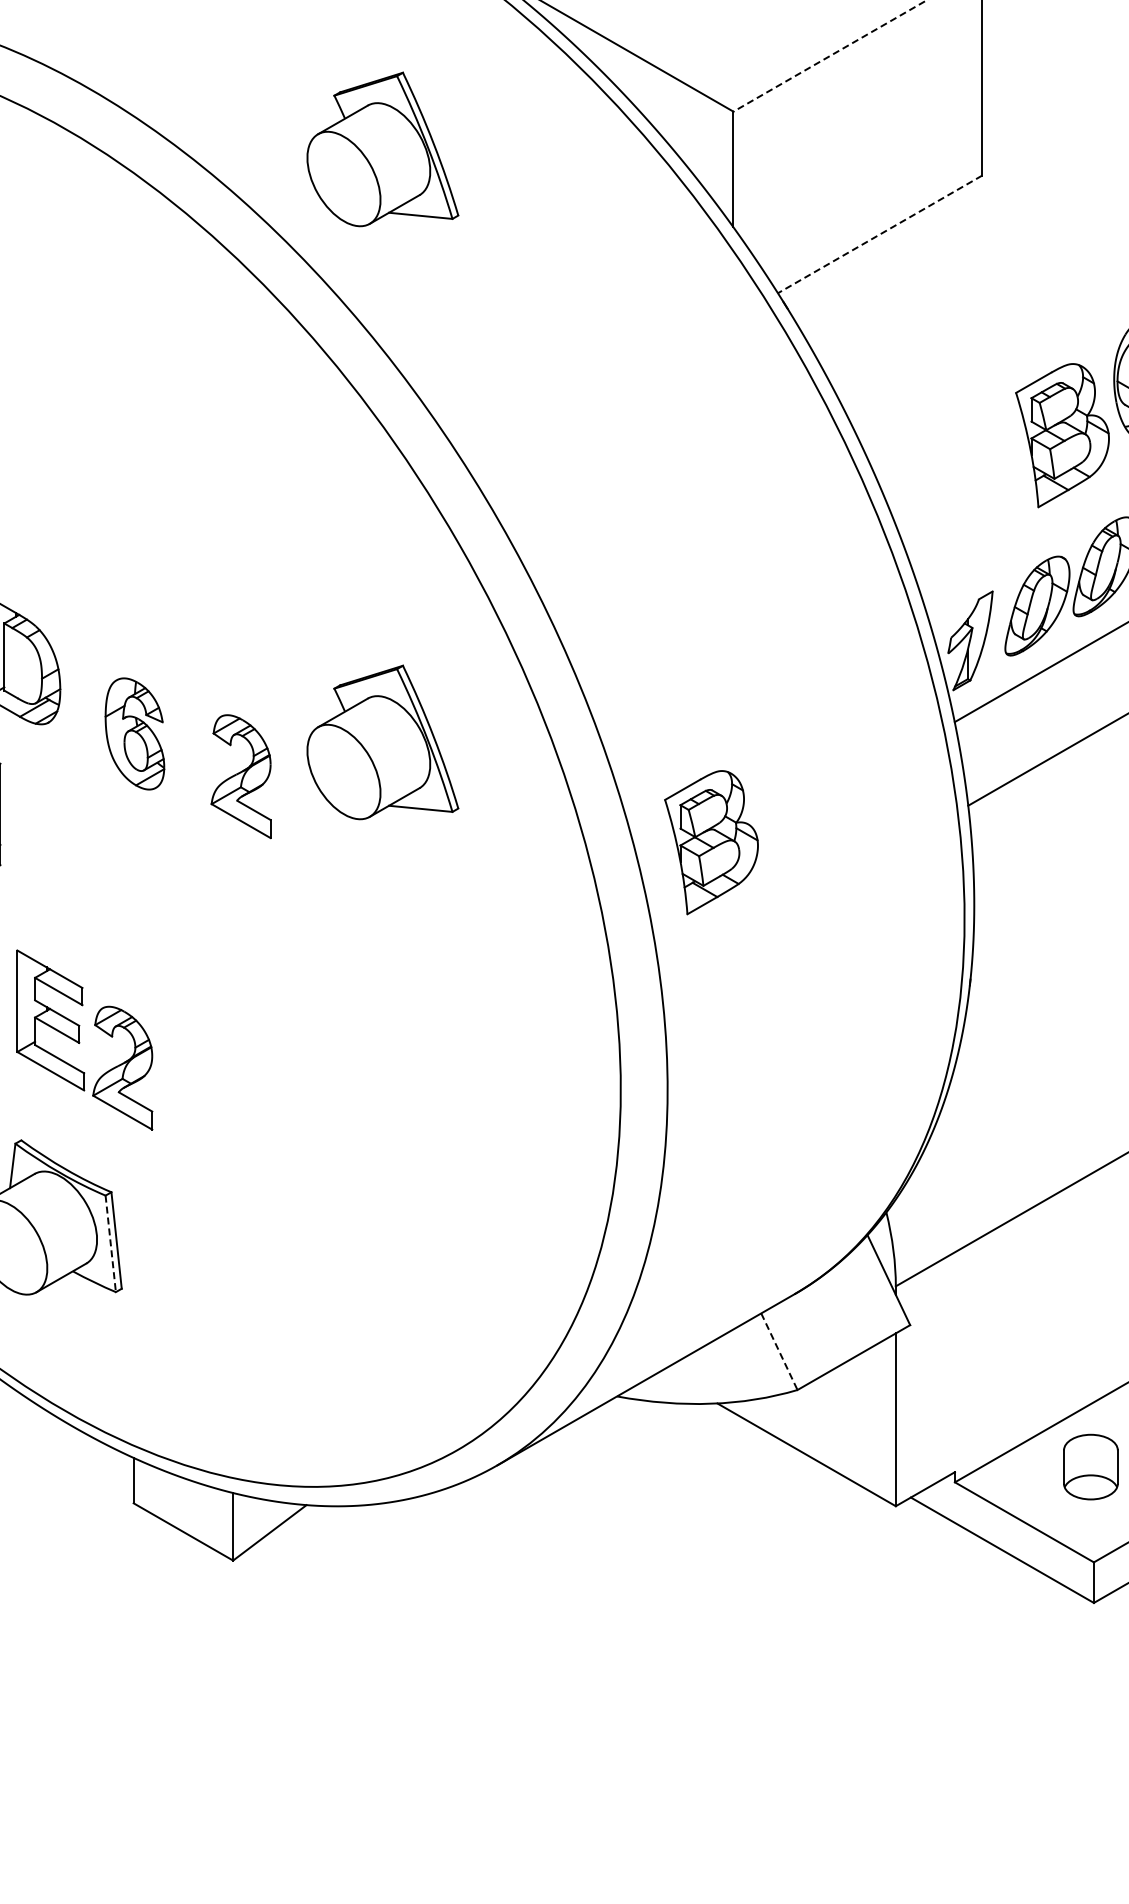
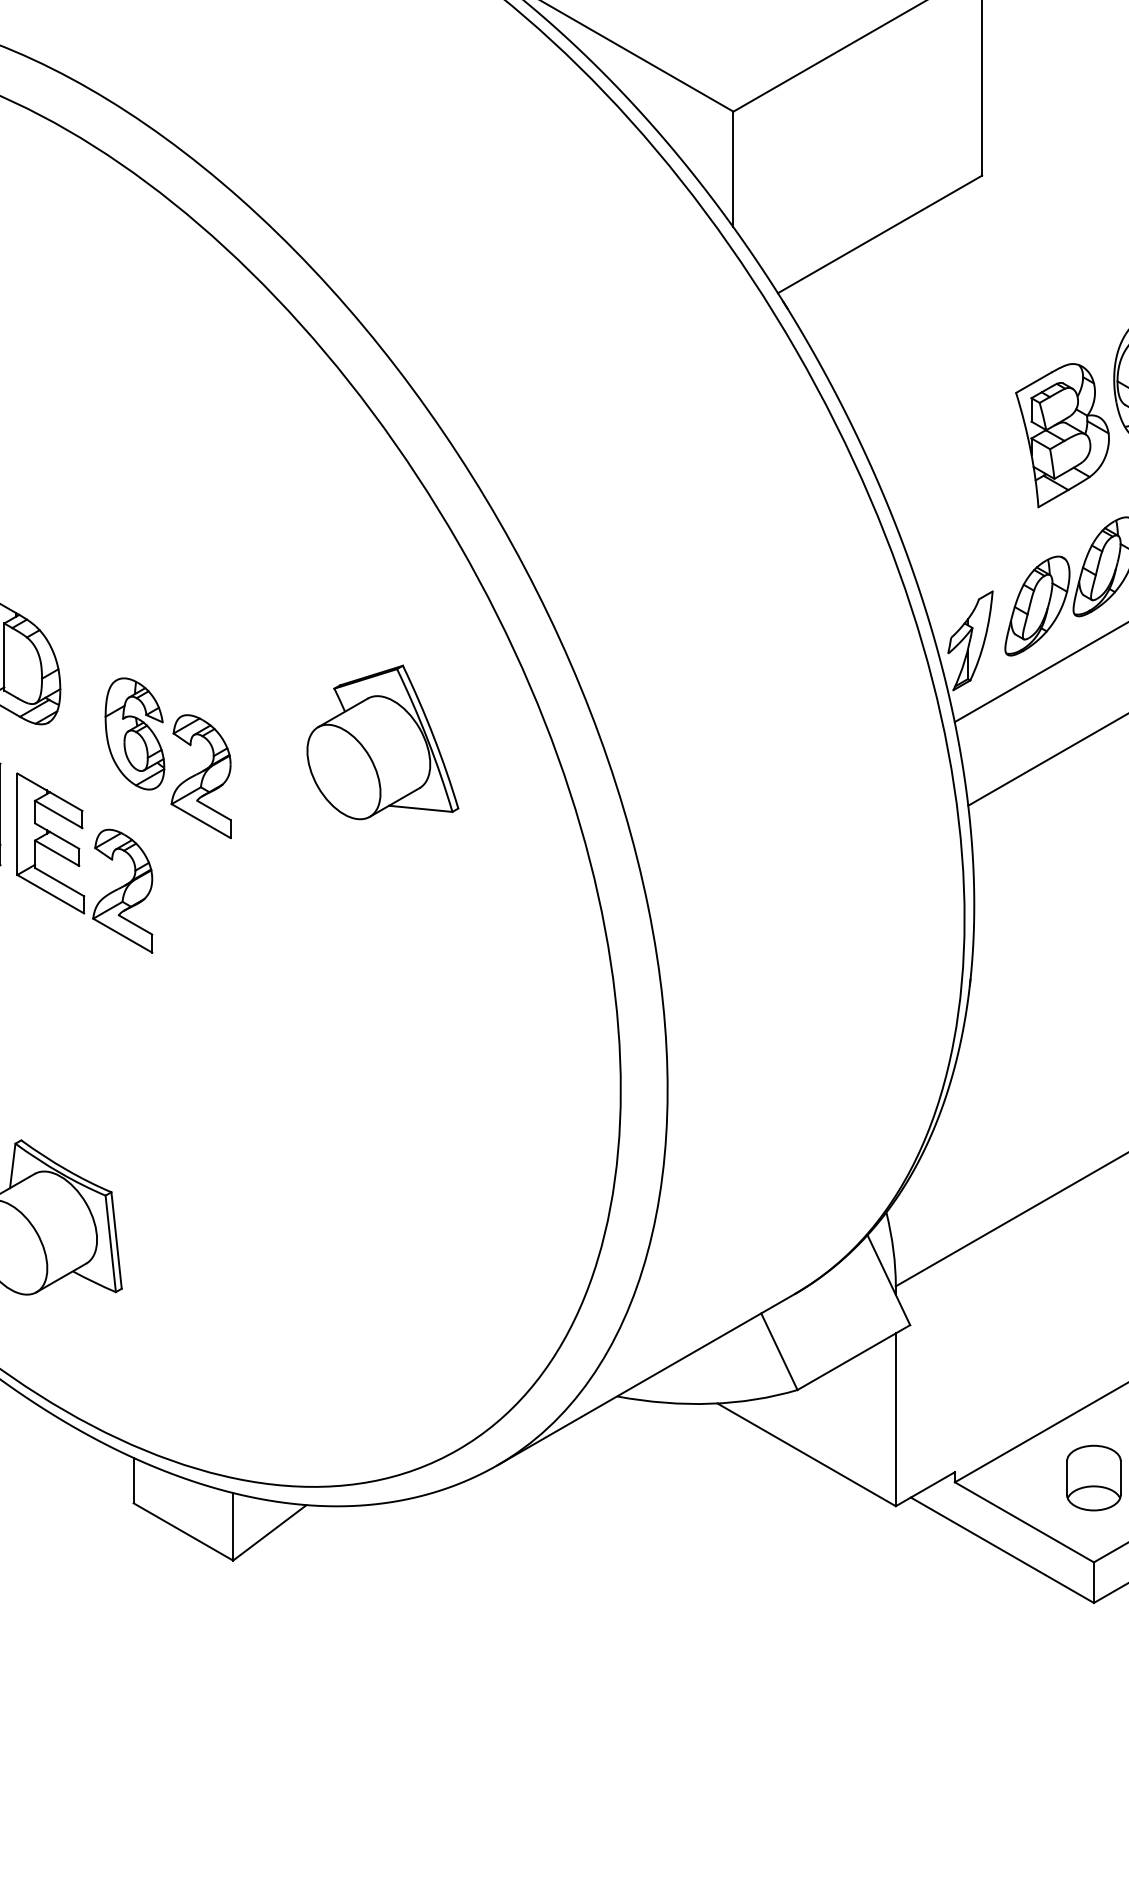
line at (829, 56): dashed -> solid
part at (382, 149): present -> none
line at (880, 234): dashed -> solid
part at (240, 776) position: (240, 776) -> (200, 776)
part at (711, 842): present -> none
part at (84, 1039) position: (84, 1039) -> (84, 862)
line at (110, 1243): dashed -> solid
line at (779, 1352): dashed -> solid
part at (1090, 1466) position: (1090, 1466) -> (1093, 1477)
